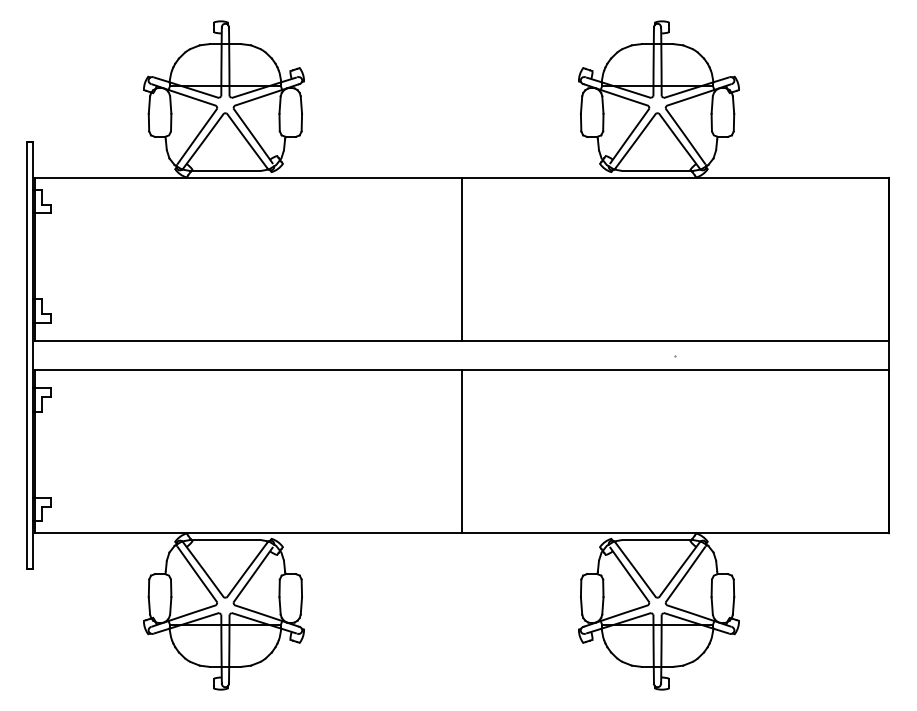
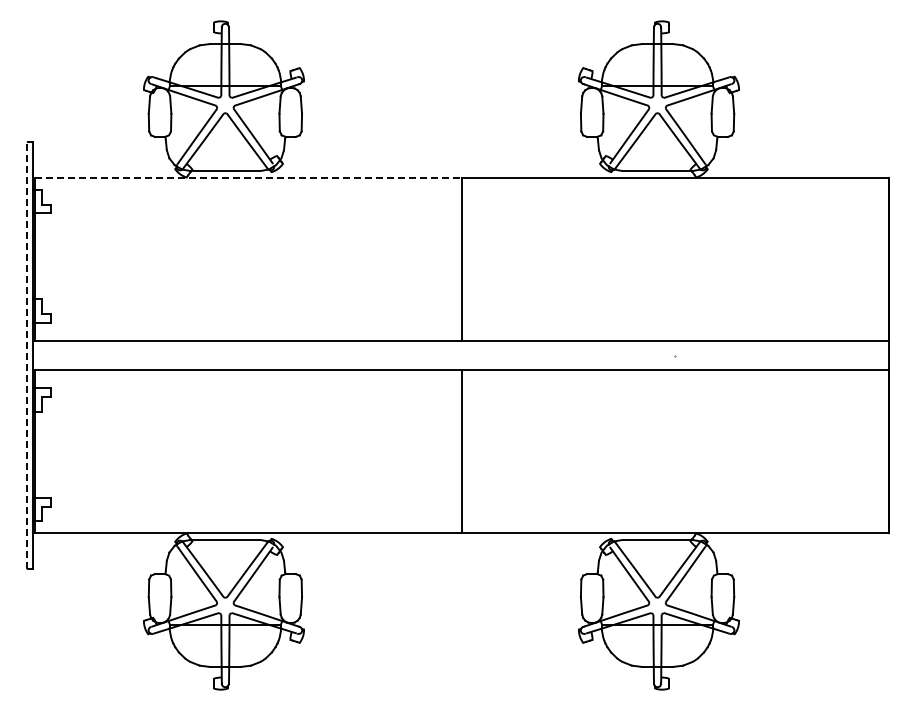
line at (249, 177): solid -> dashed
line at (27, 355): solid -> dashed
